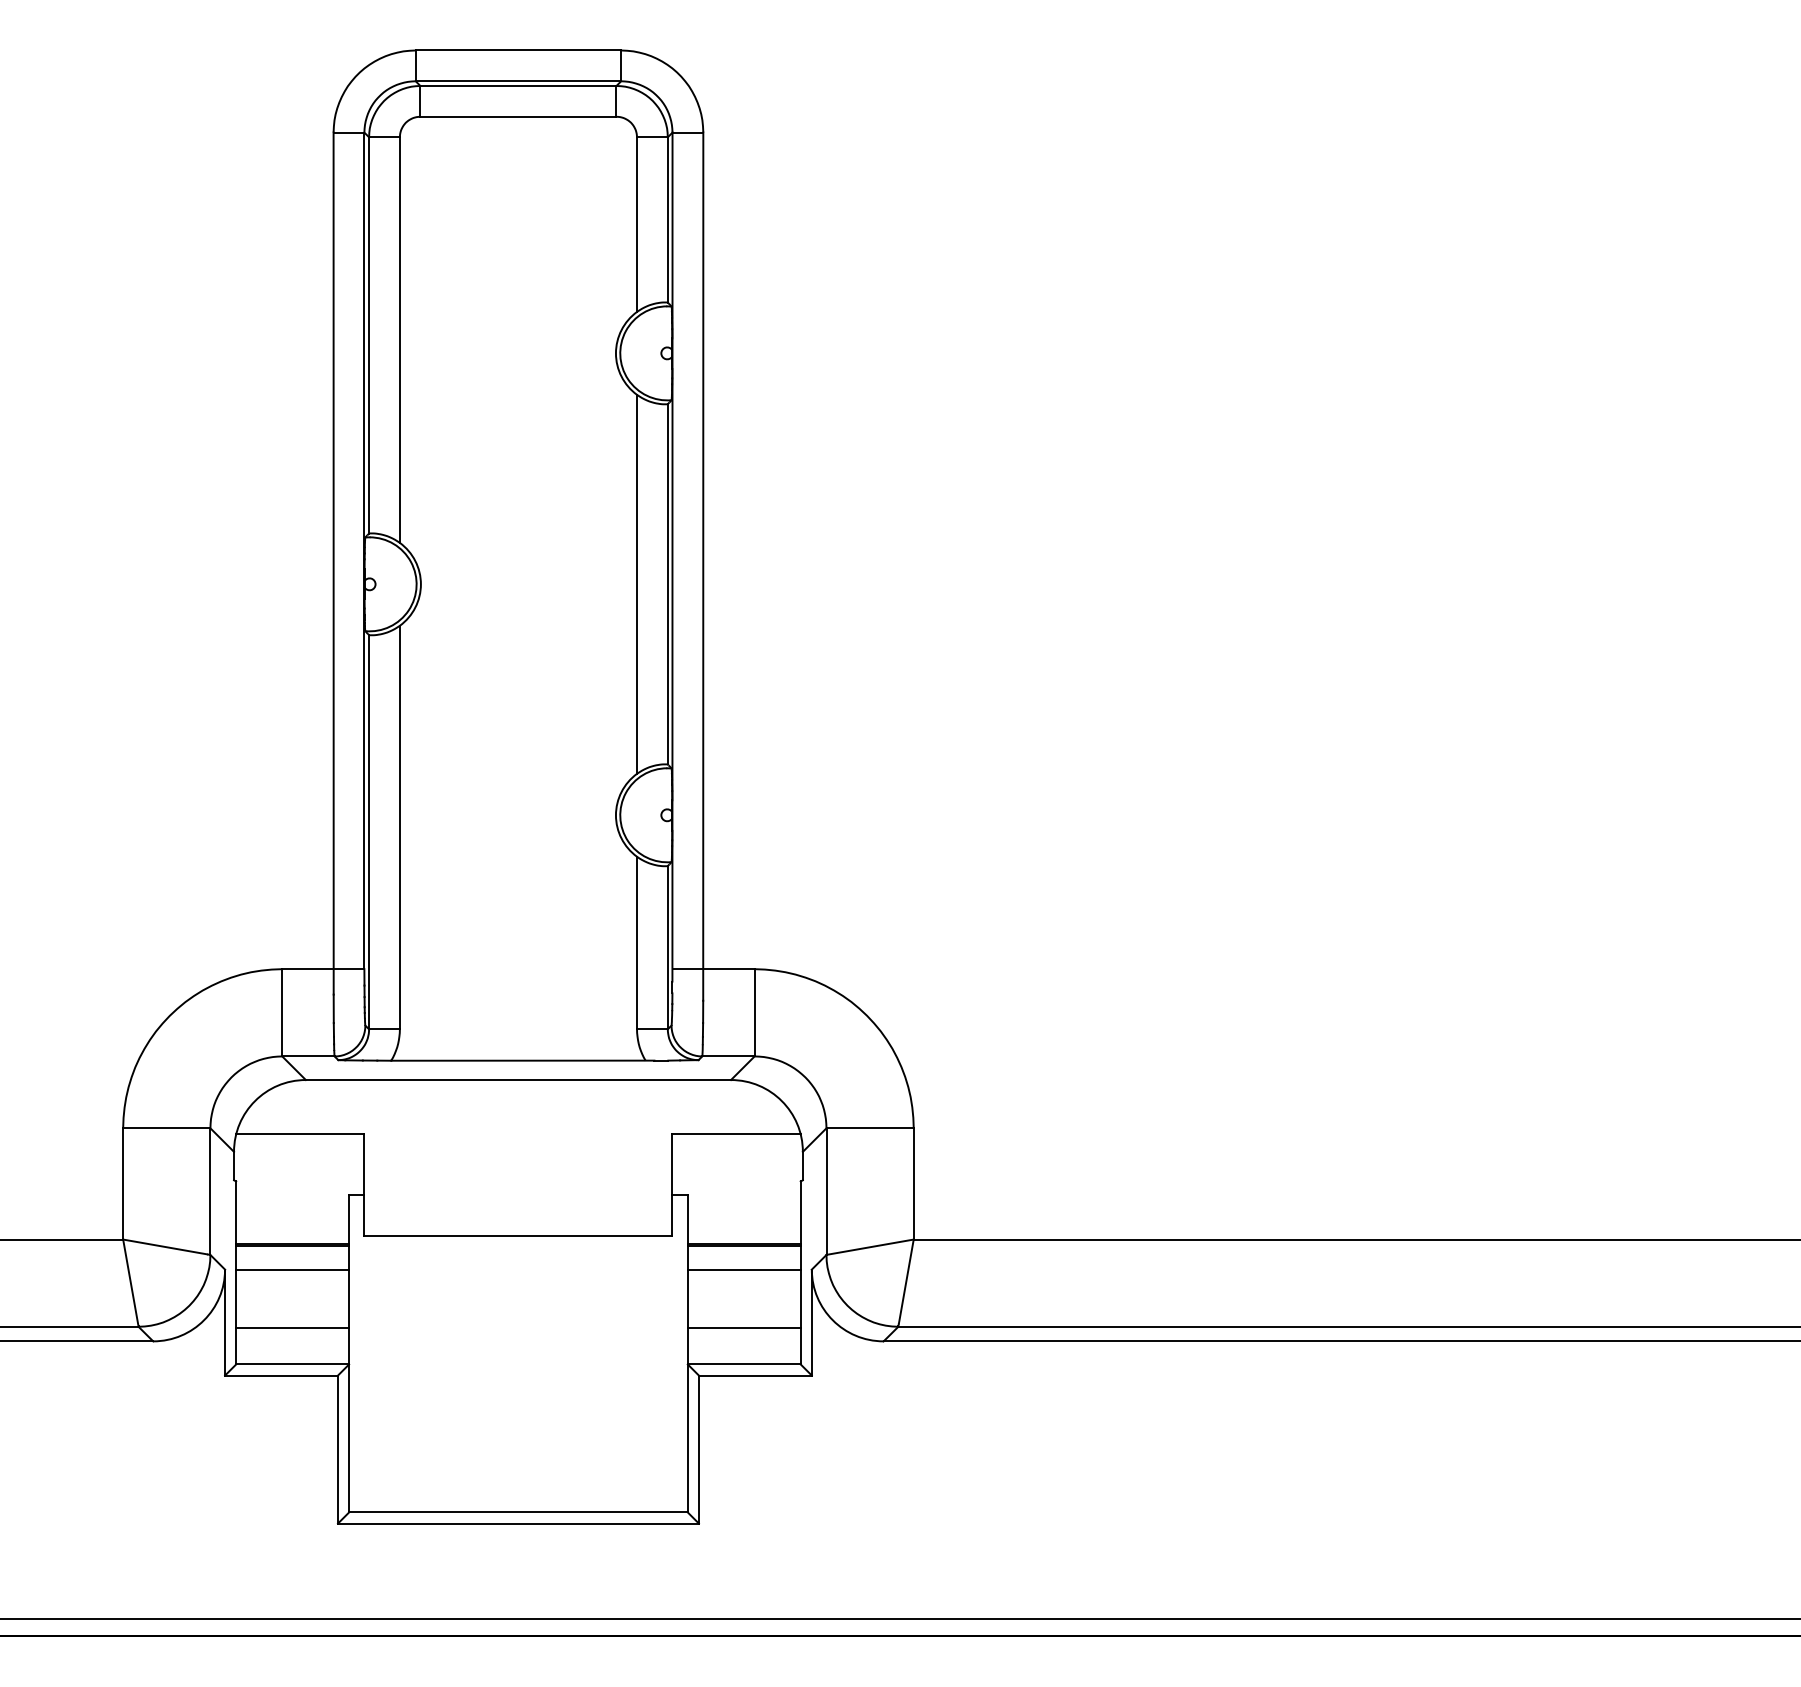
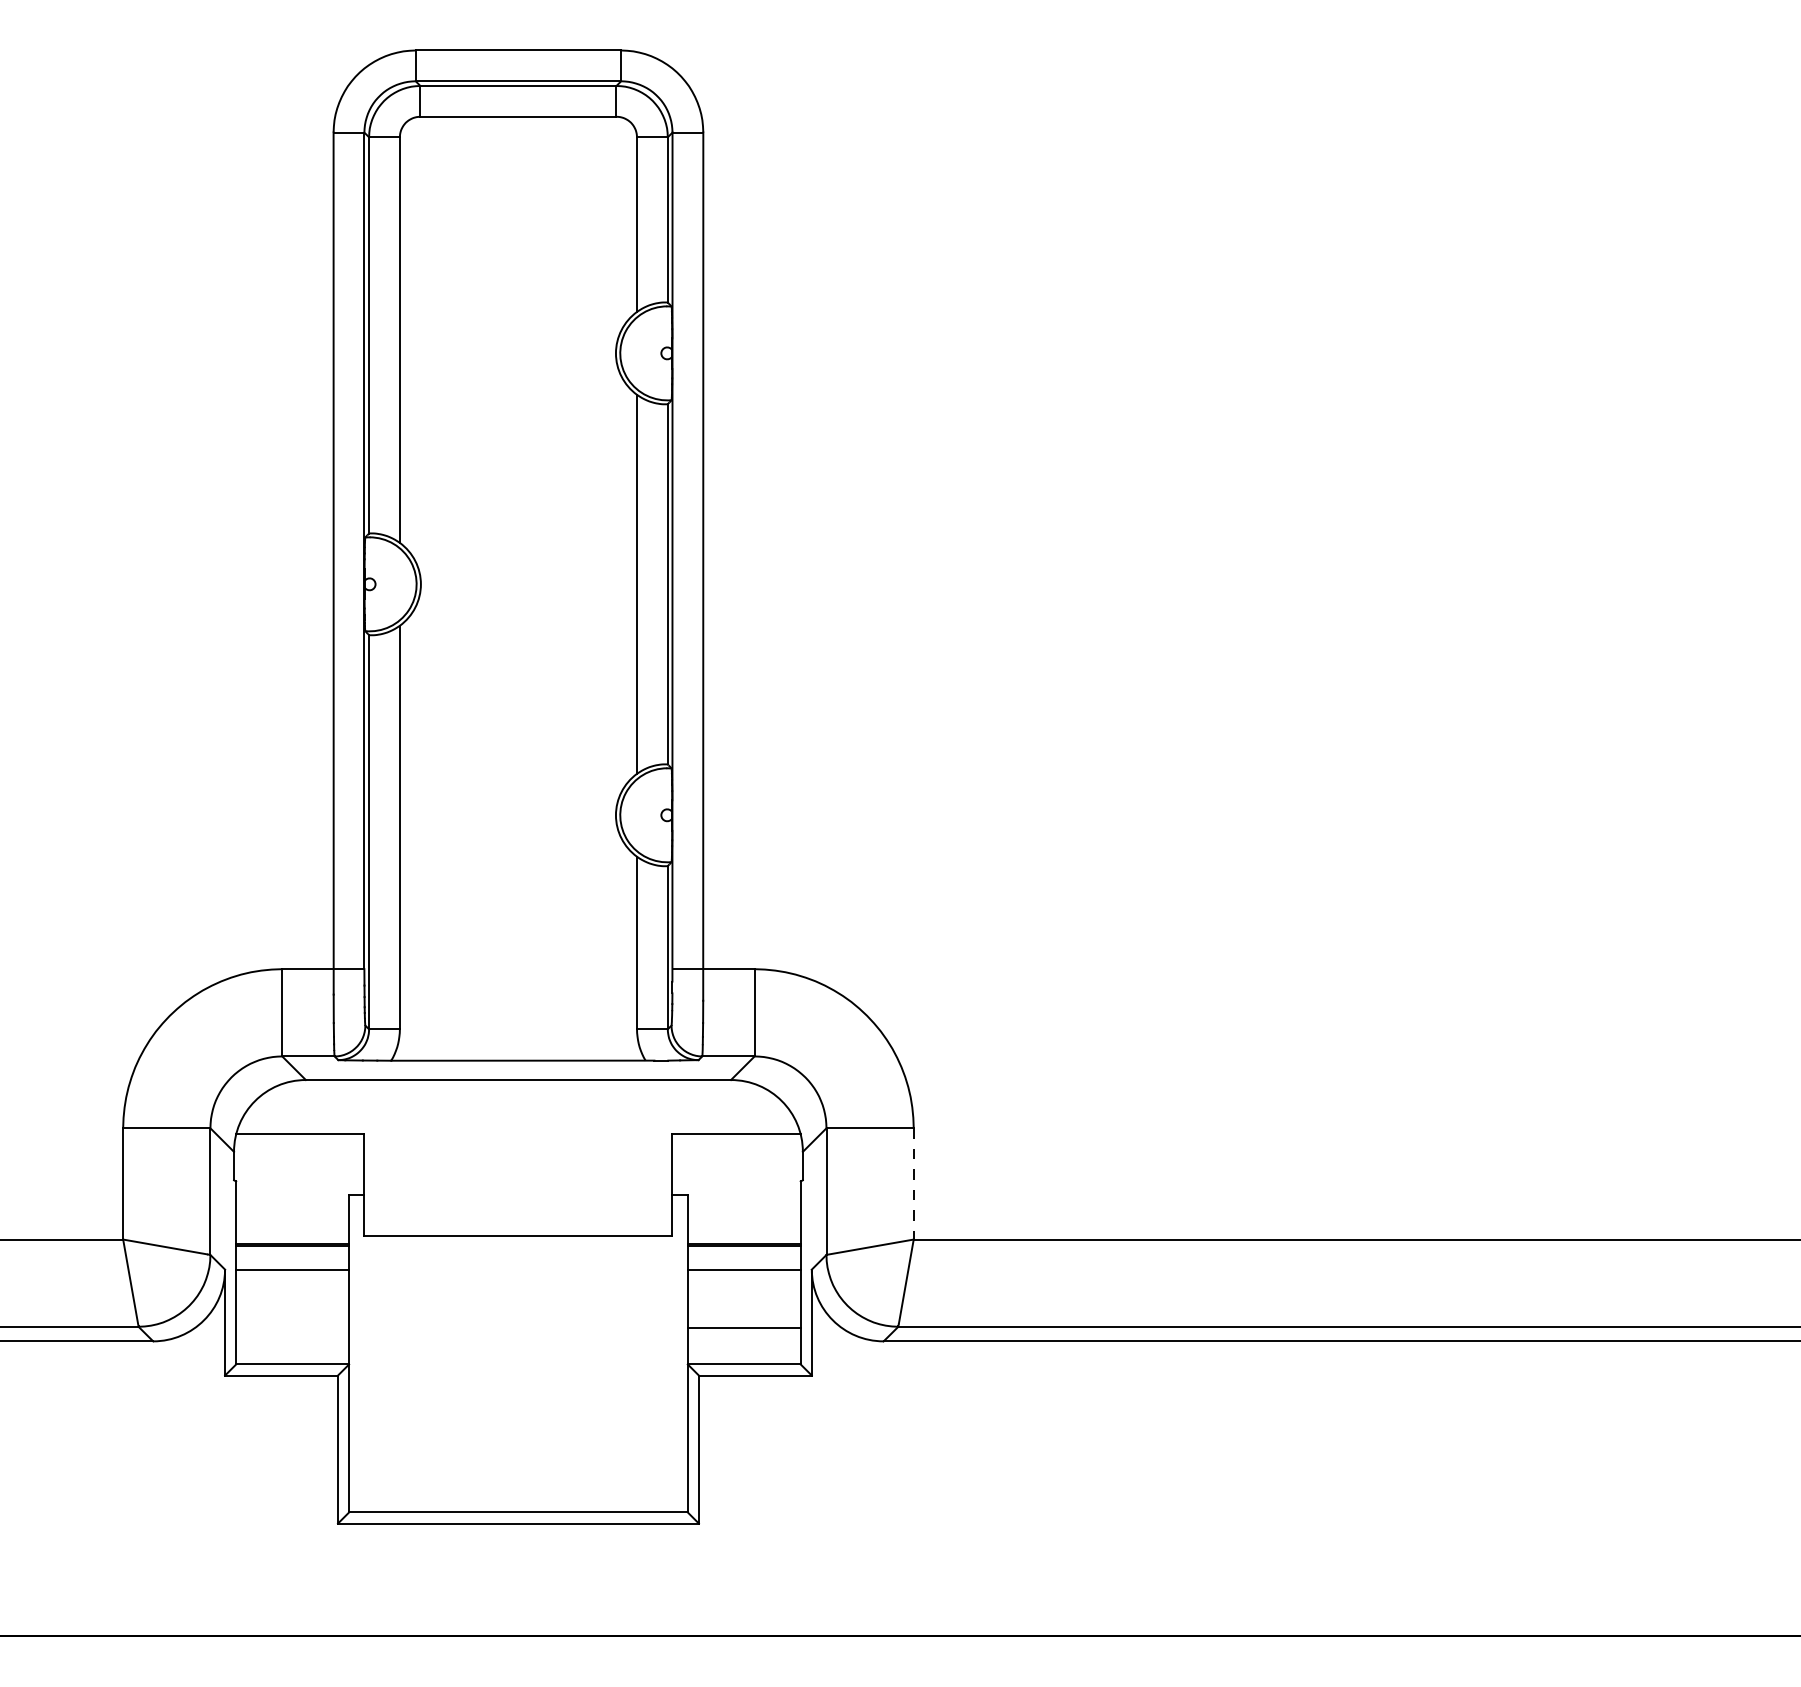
line at (913, 1183): solid -> dashed
line at (292, 1327): present -> none
line at (899, 1618): present -> none
